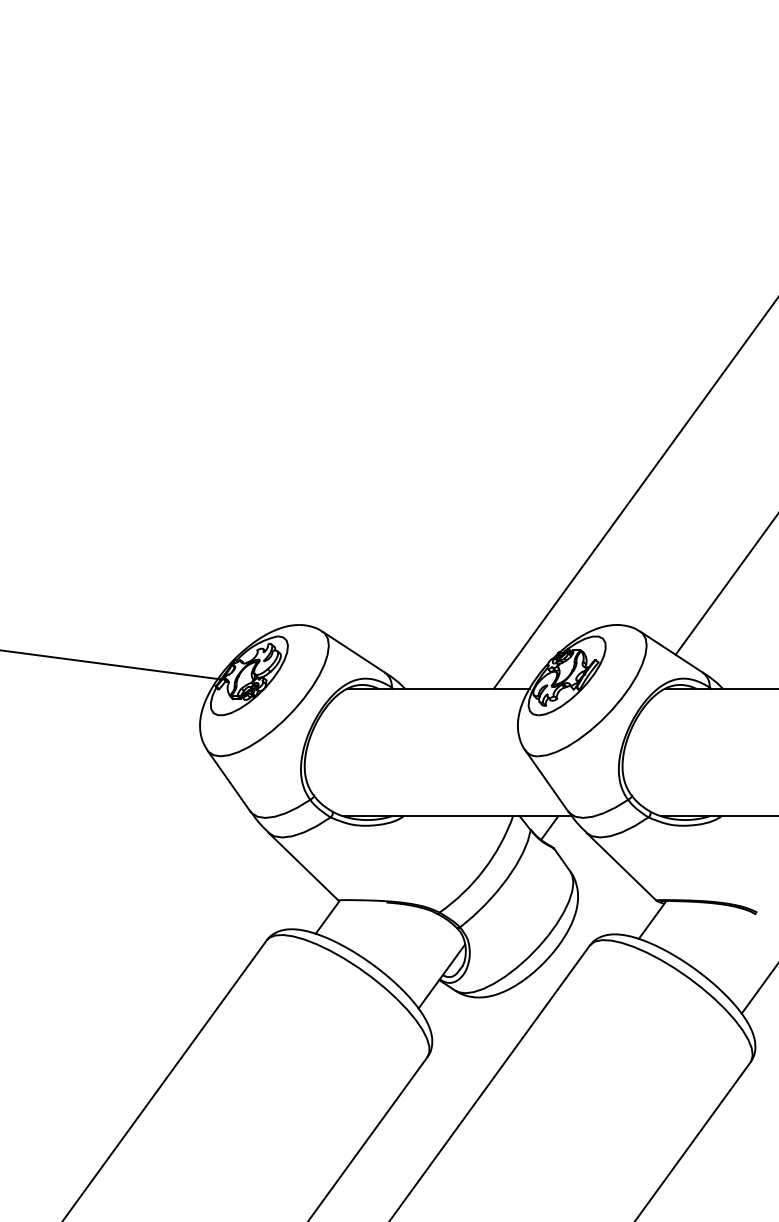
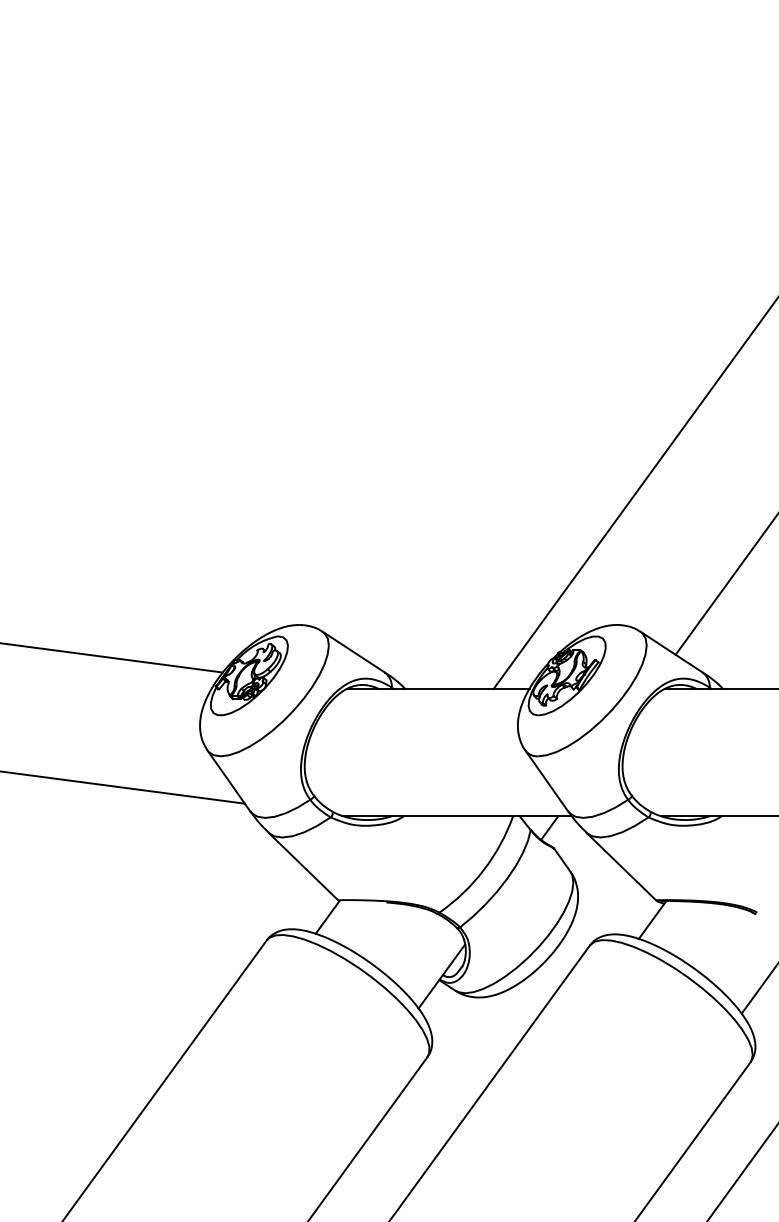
line at (111, 664) position: (111, 664) -> (112, 657)
line at (123, 787): none -> present
line at (742, 1172): none -> present
